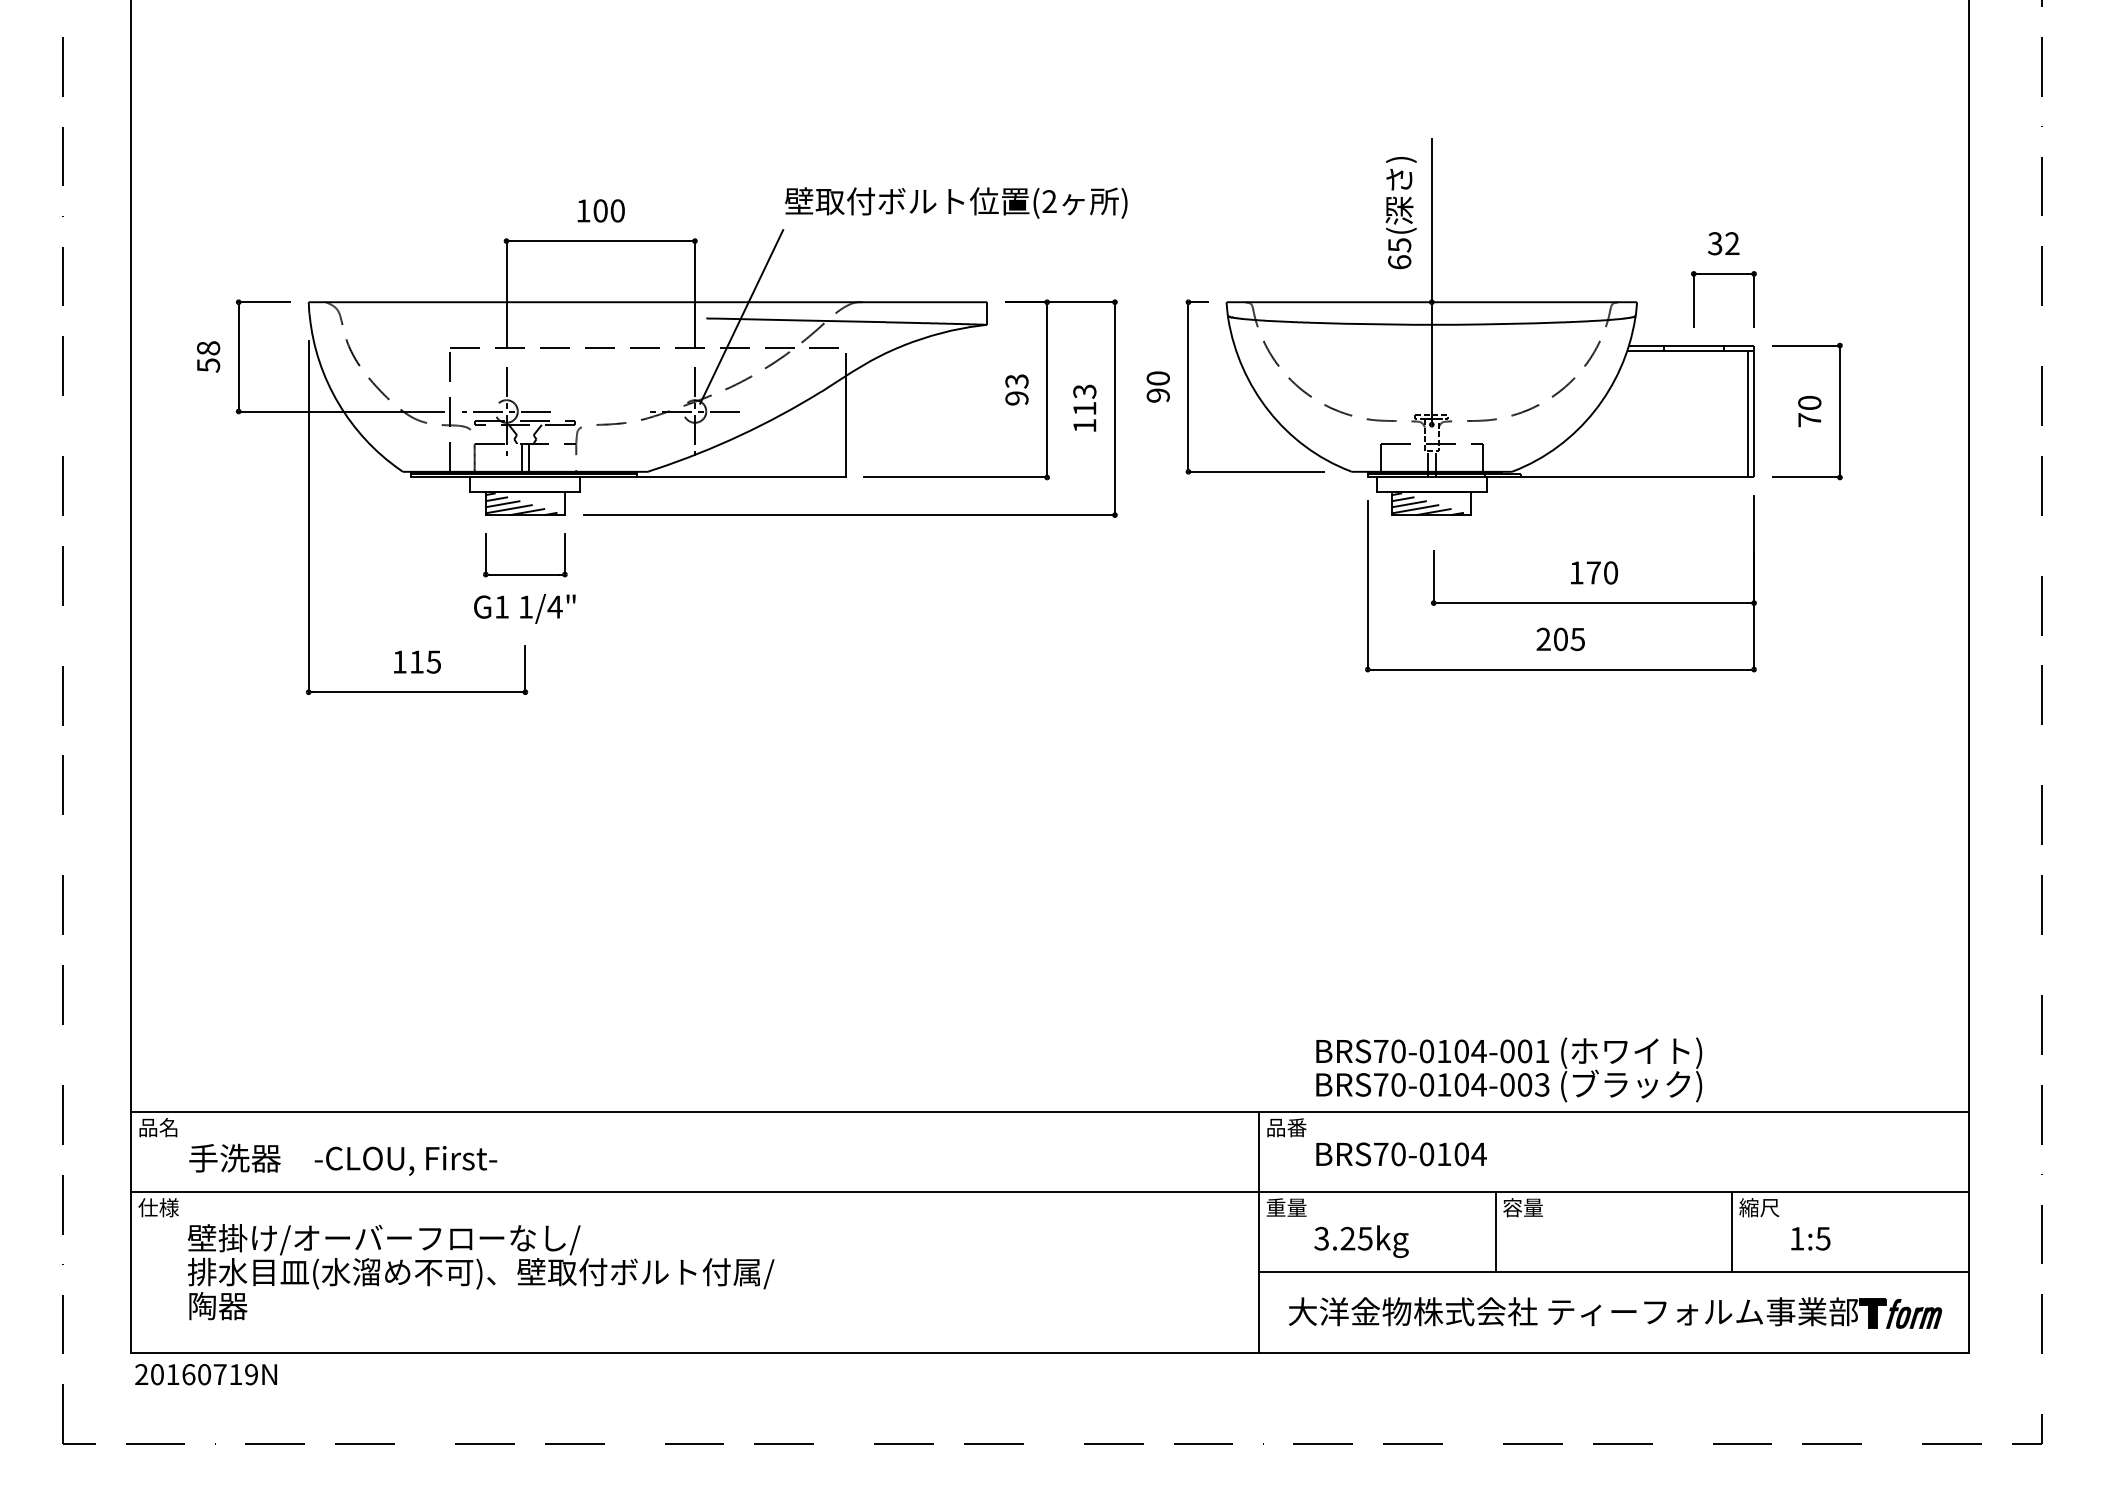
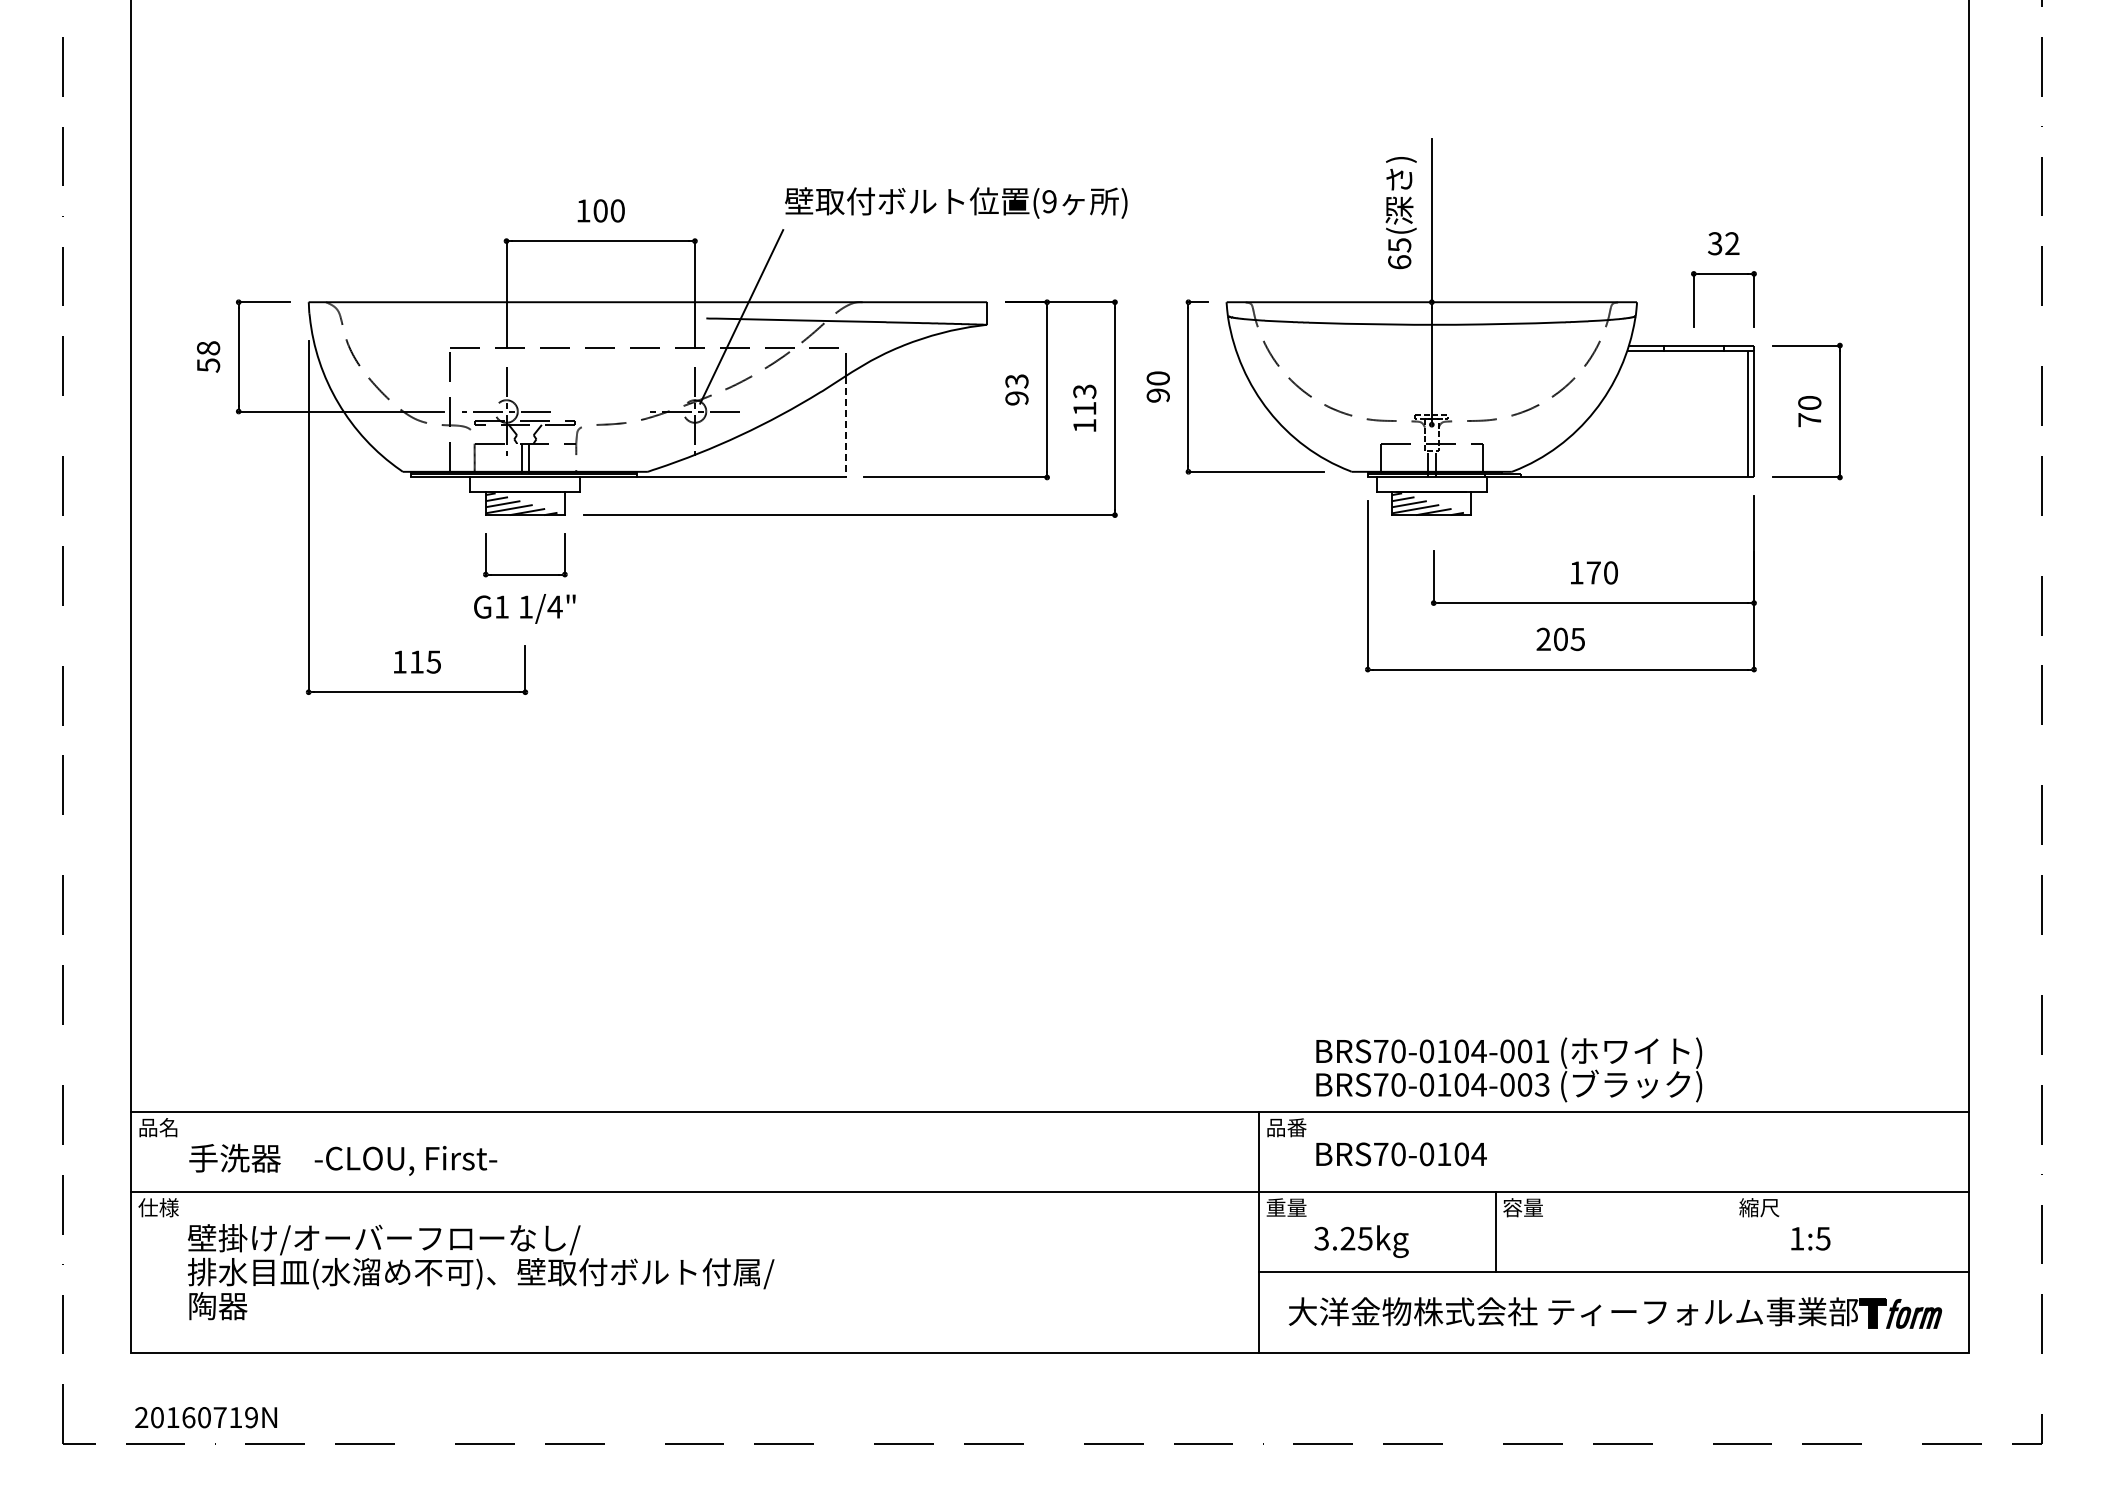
text at (1049, 201): (2 -> (9
line at (845, 427): solid -> dashed
line at (1732, 1232): present -> none
text at (205, 1374) position: (205, 1374) -> (205, 1417)
